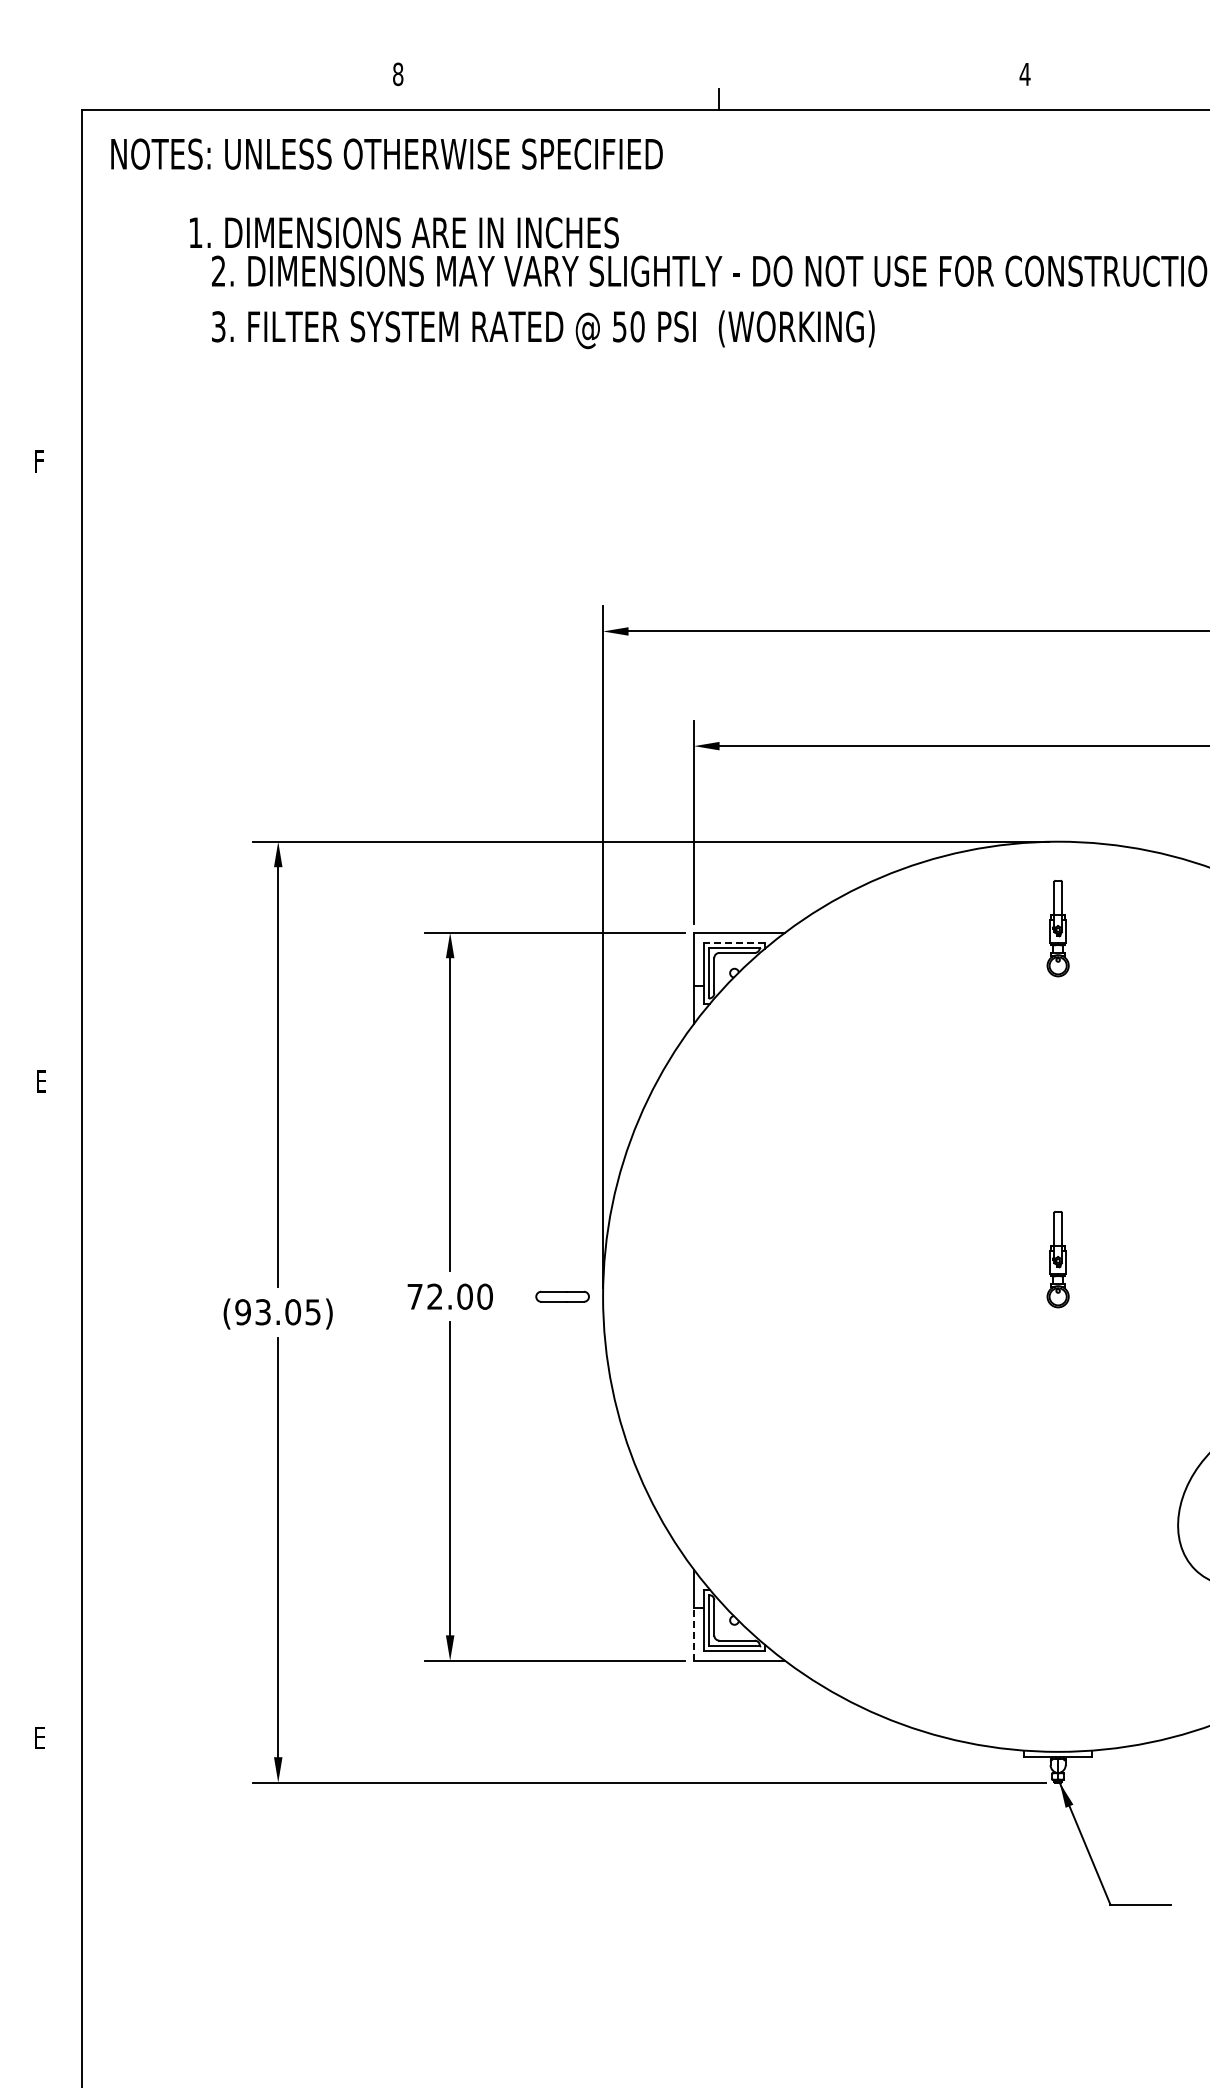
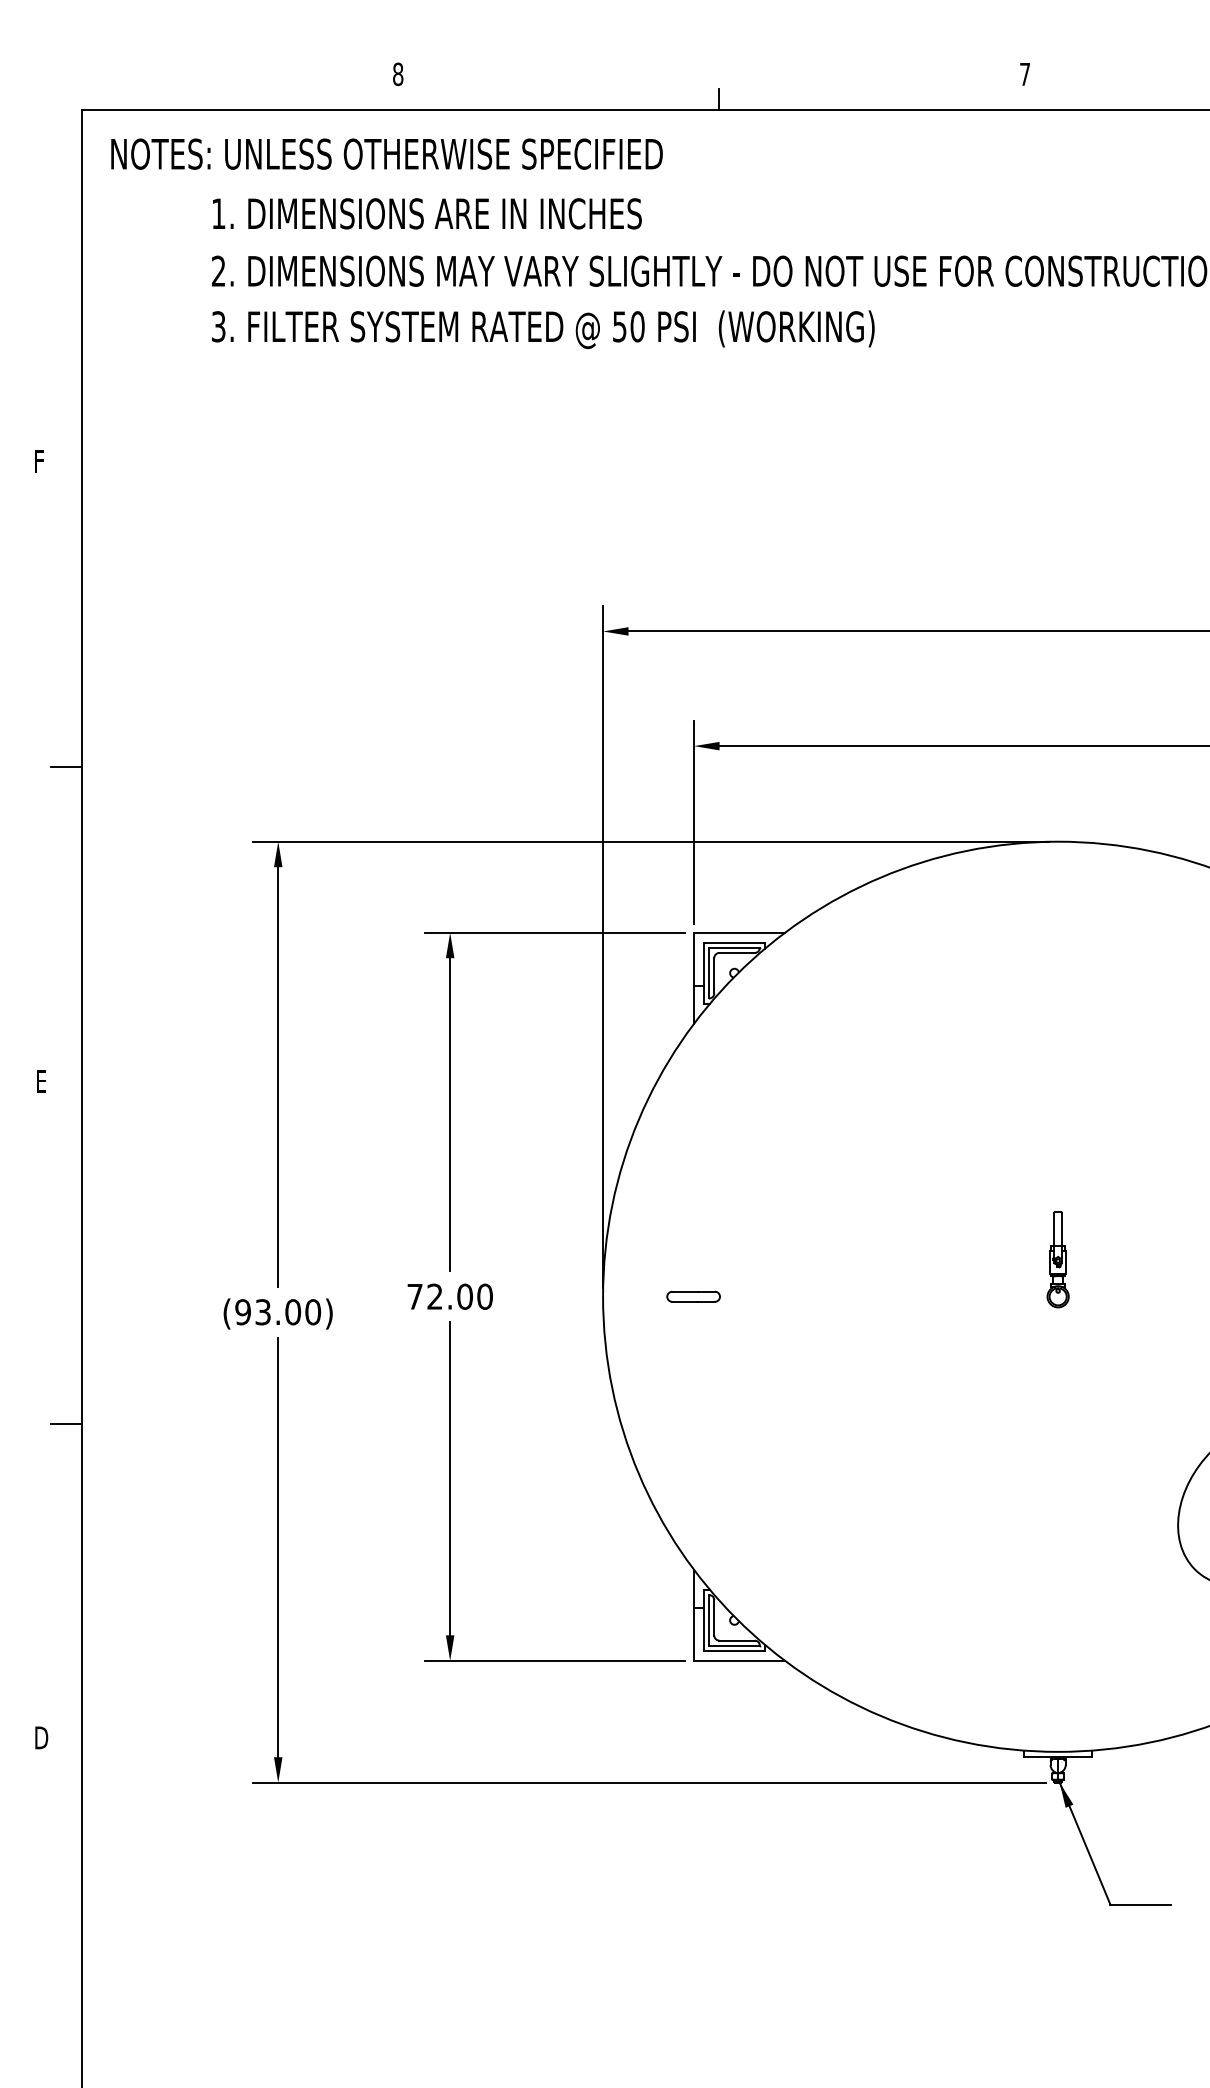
text at (1024, 74): 4 -> 7
text at (404, 232) position: (404, 232) -> (427, 213)
line at (66, 767): none -> present
part at (1057, 928): present -> none
line at (734, 942): dashed -> solid
part at (562, 1296) position: (562, 1296) -> (693, 1296)
text at (313, 1312): (93.05) -> (93.00)
line at (66, 1424): none -> present
line at (694, 1634): dashed -> solid
text at (41, 1737): E -> D
